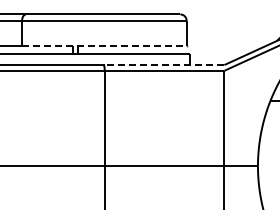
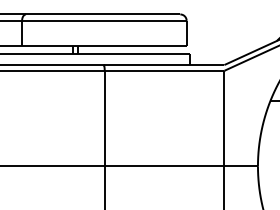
line at (104, 46): dashed -> solid
line at (163, 65): dashed -> solid
